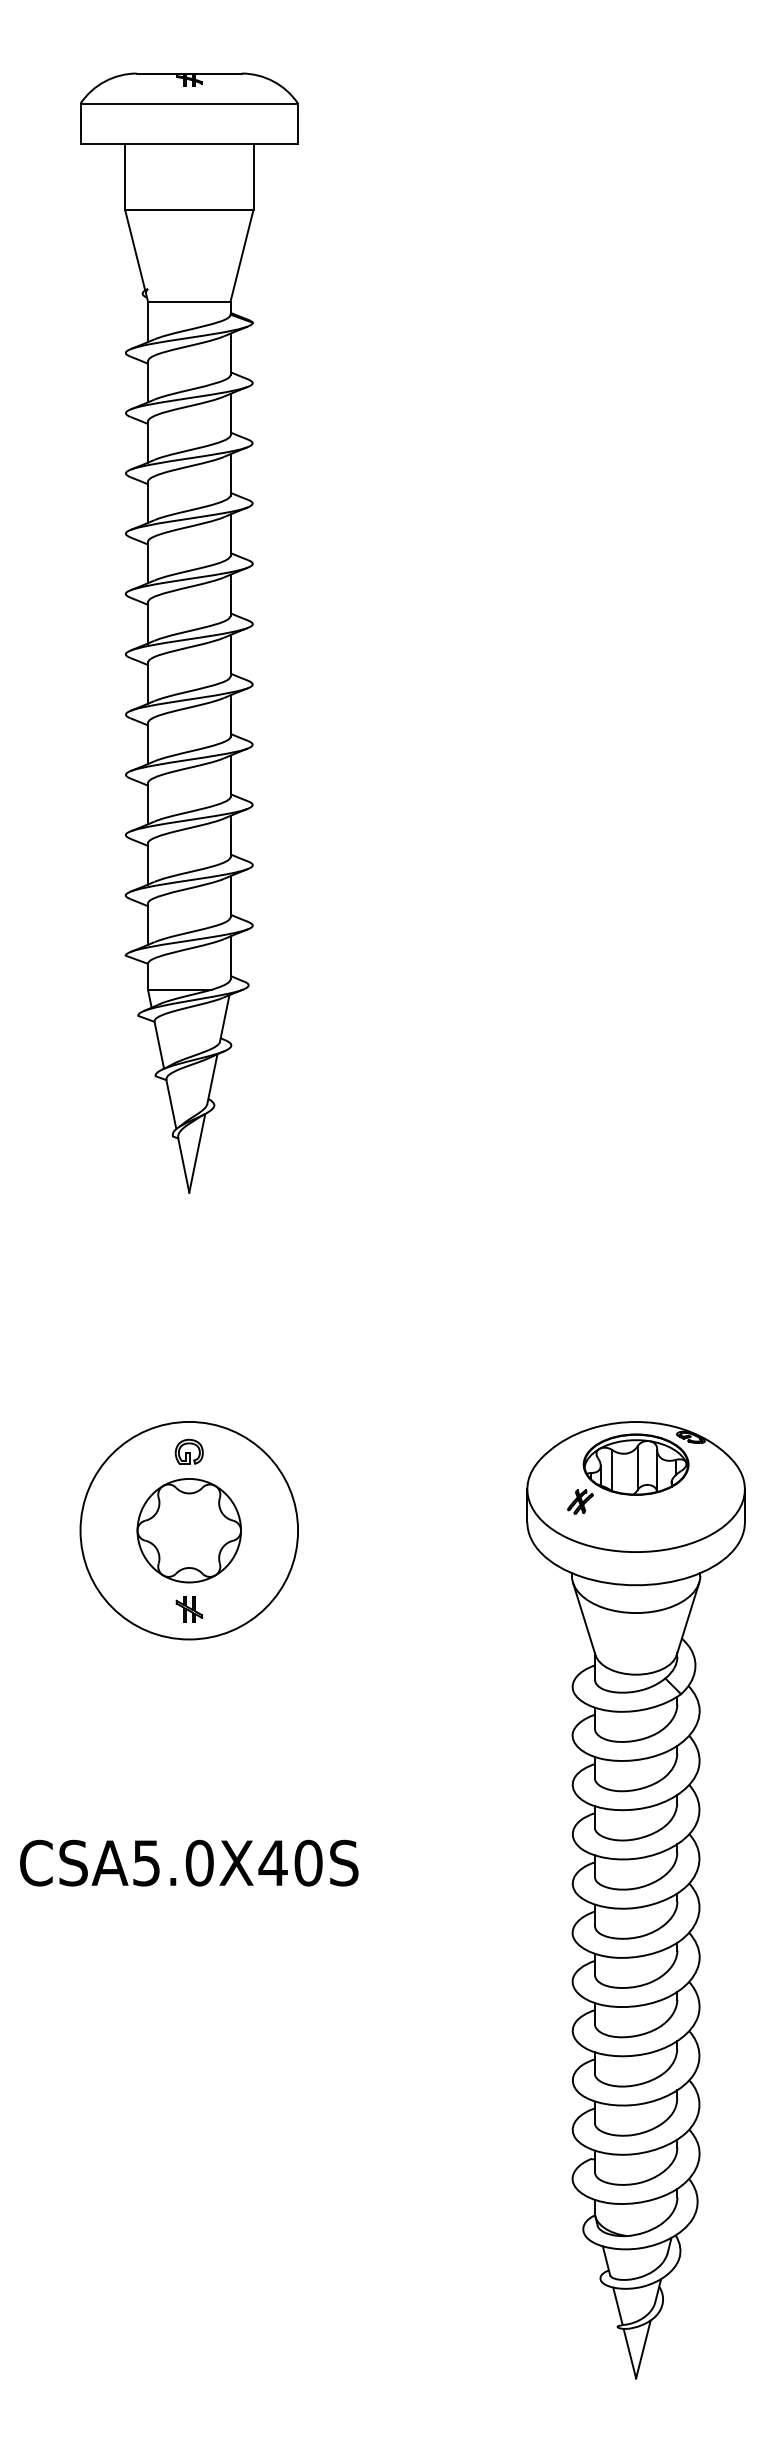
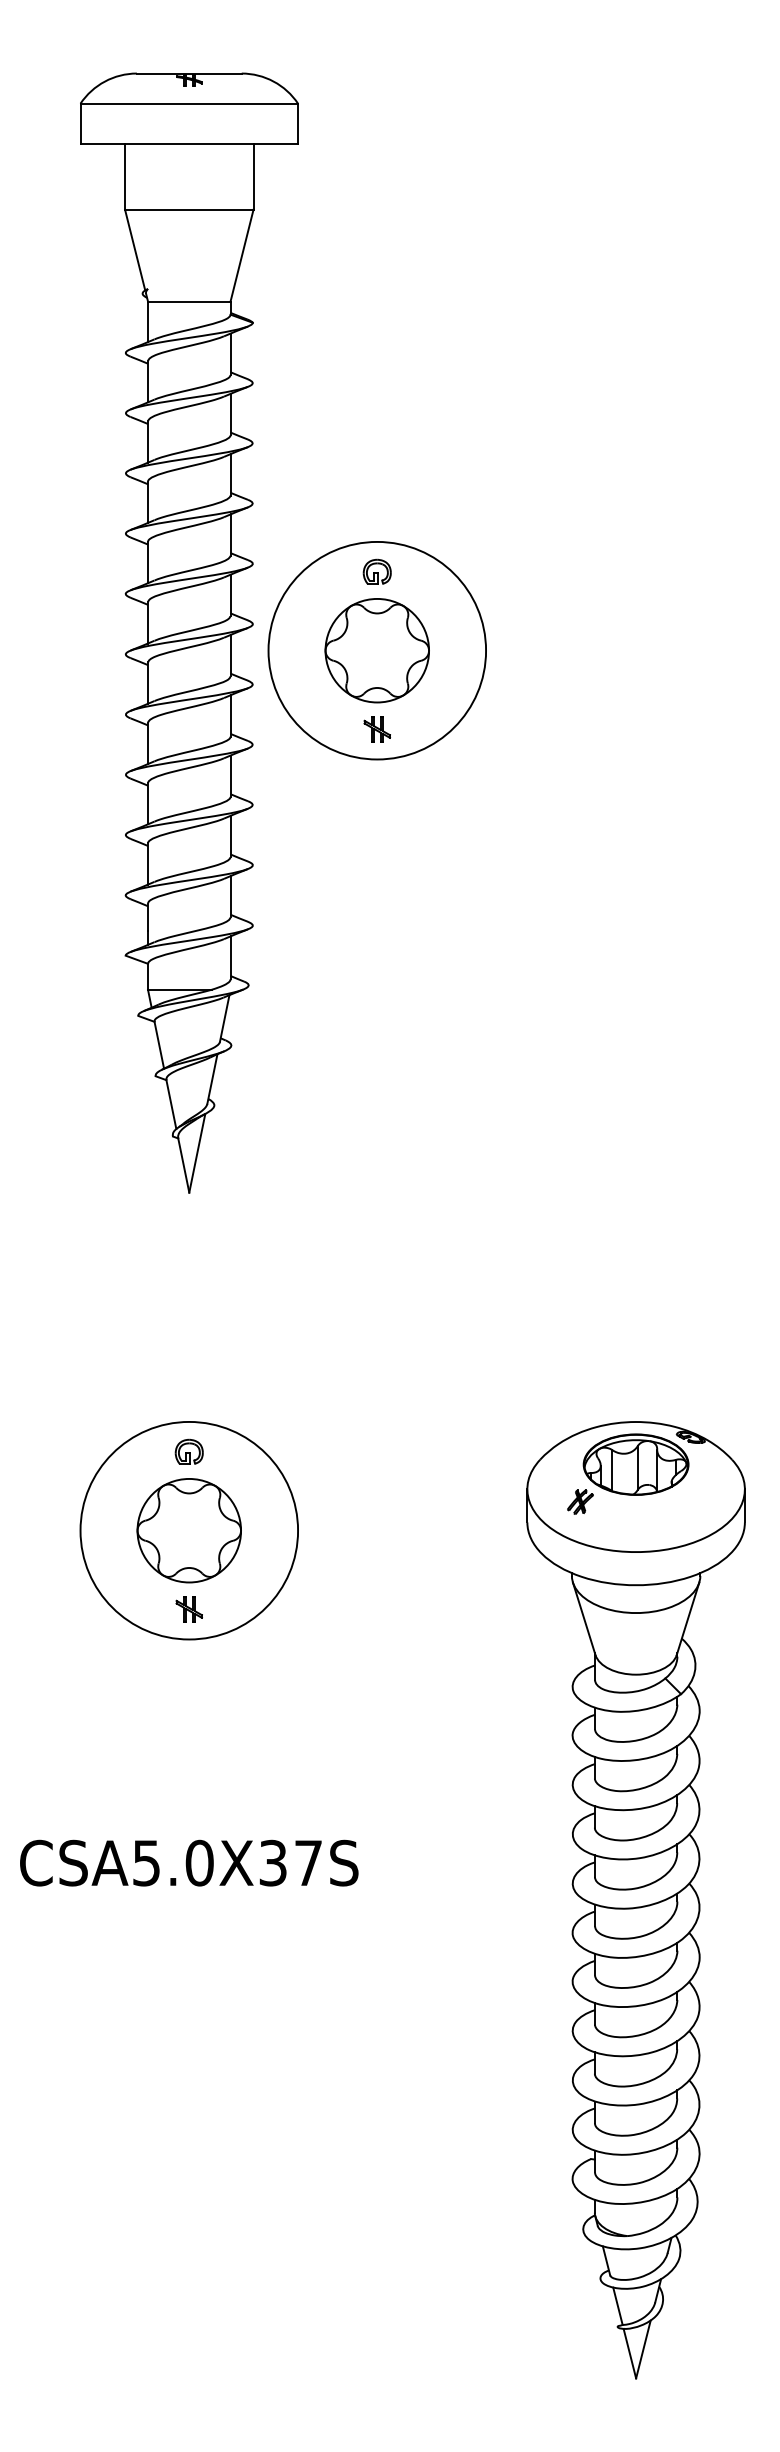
part at (376, 650): none -> present
text at (290, 1862): CSA5.0X40S -> CSA5.0X37S
